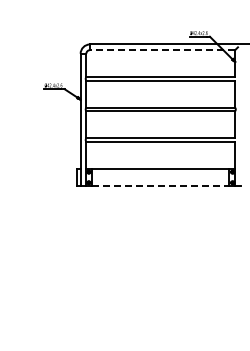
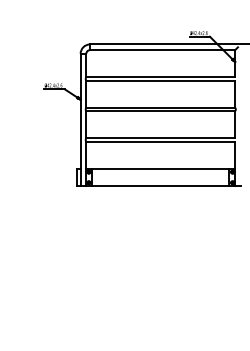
line at (162, 50): dashed -> solid
line at (160, 186): dashed -> solid
